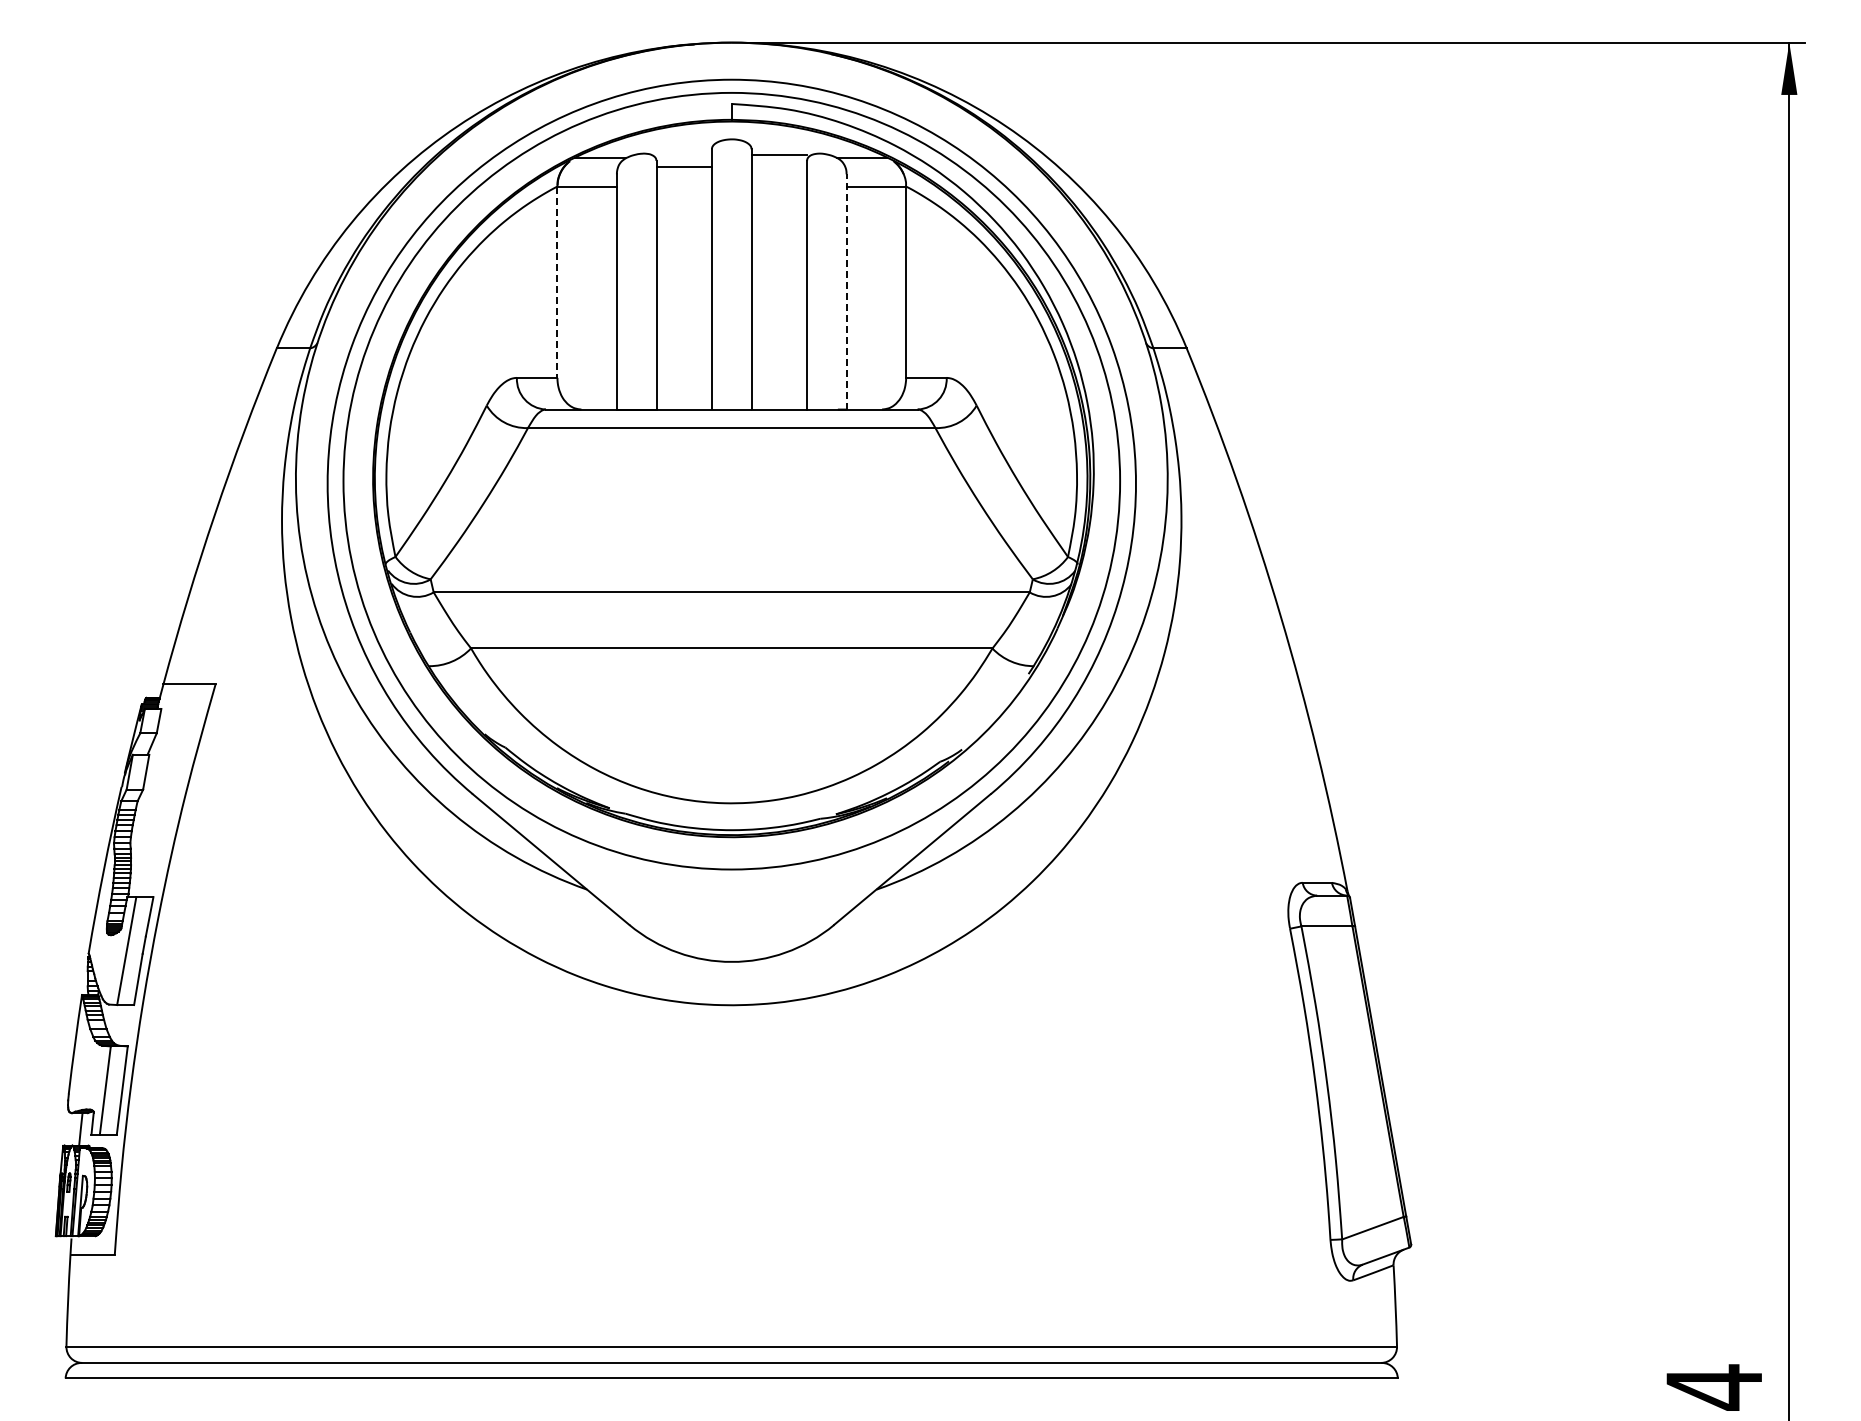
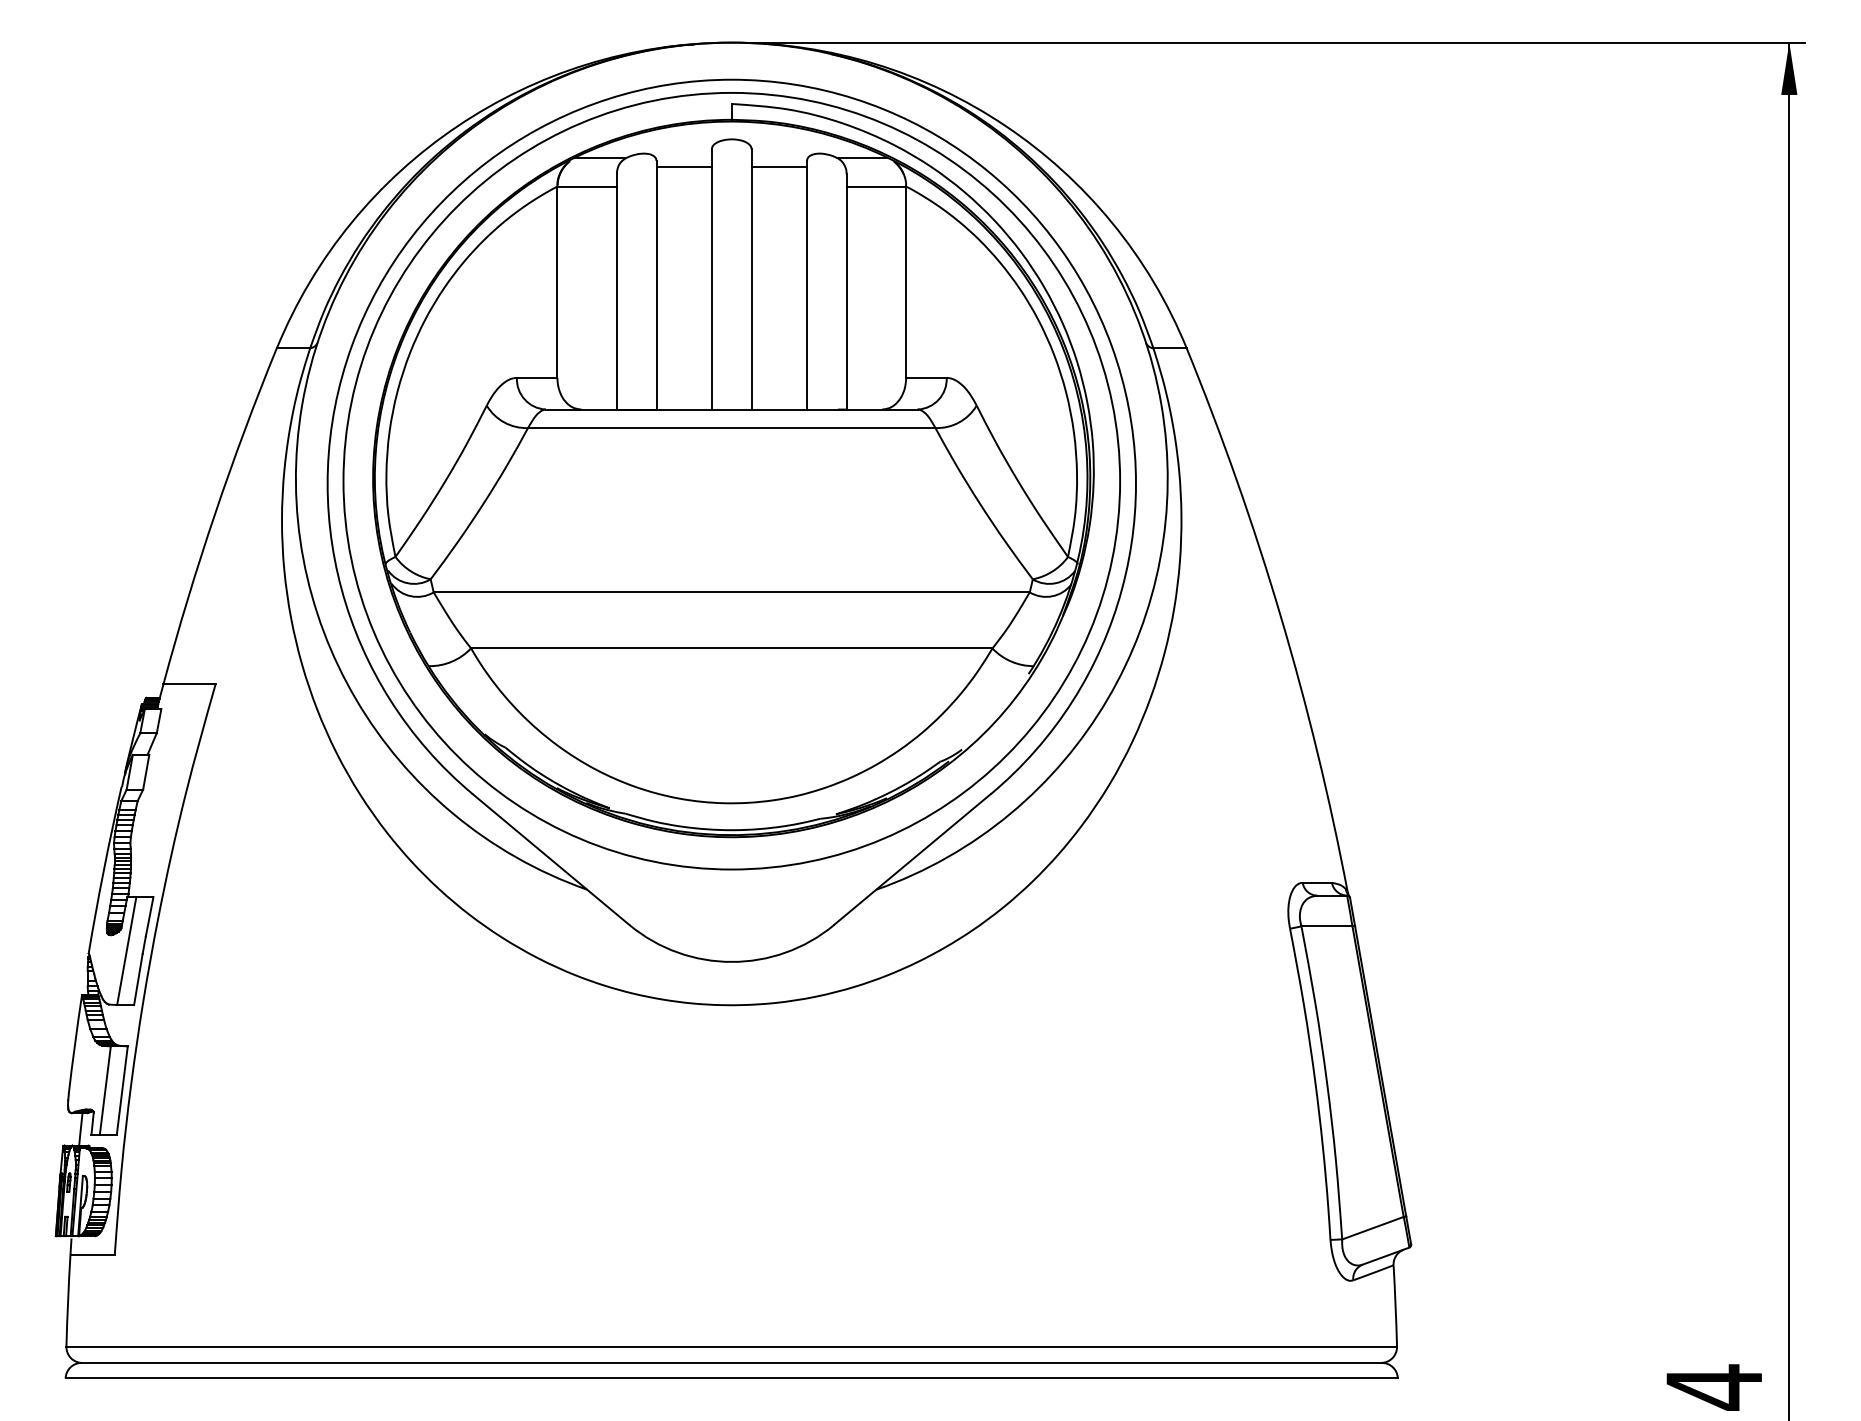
line at (779, 155) position: (779, 155) -> (779, 167)
line at (557, 282): dashed -> solid
line at (846, 291): dashed -> solid
